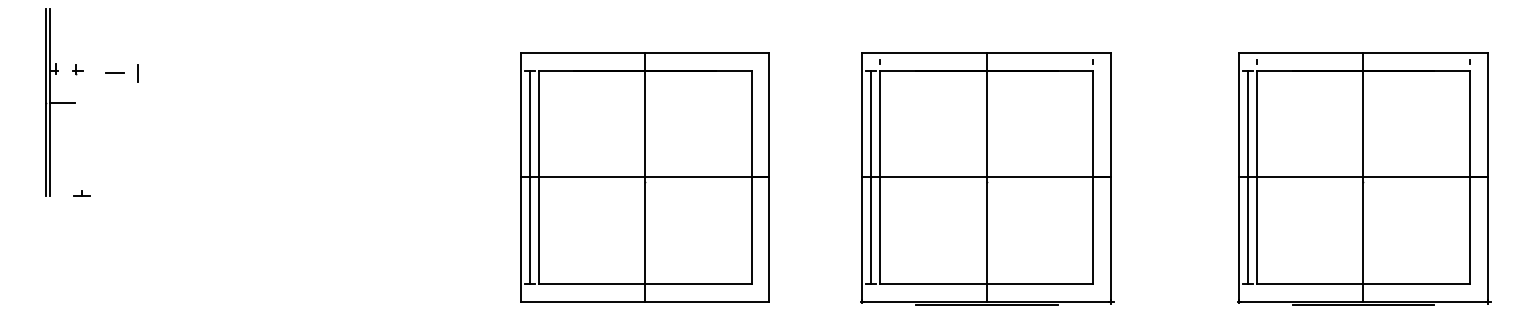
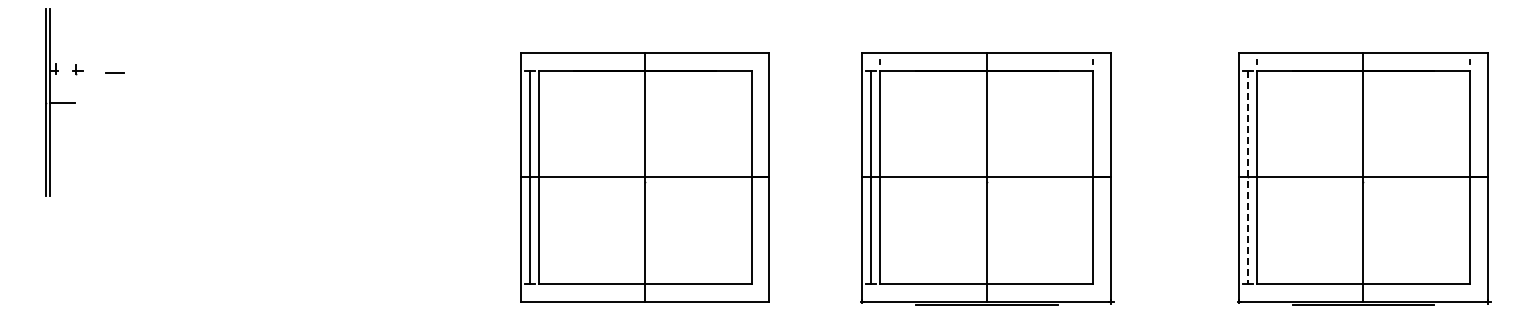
line at (137, 73): present -> none
line at (1248, 177): solid -> dashed
part at (81, 193): present -> none
